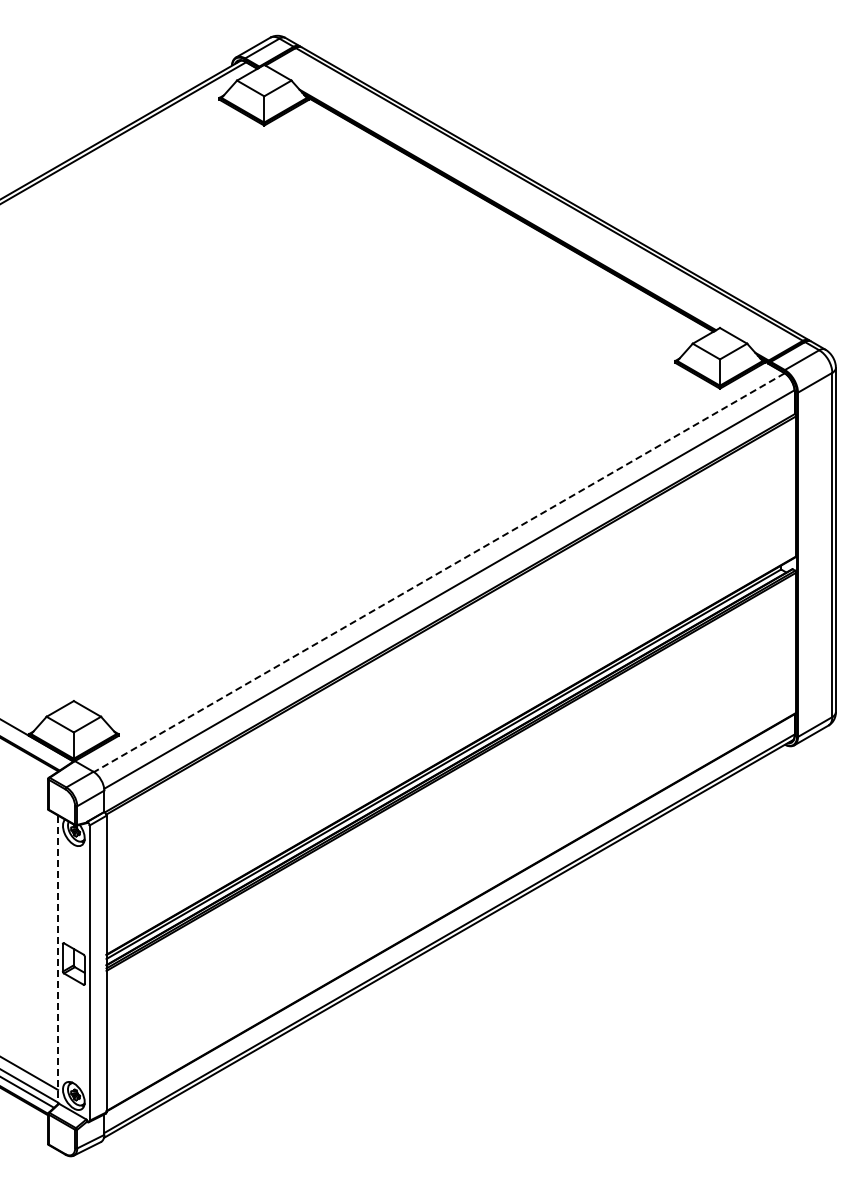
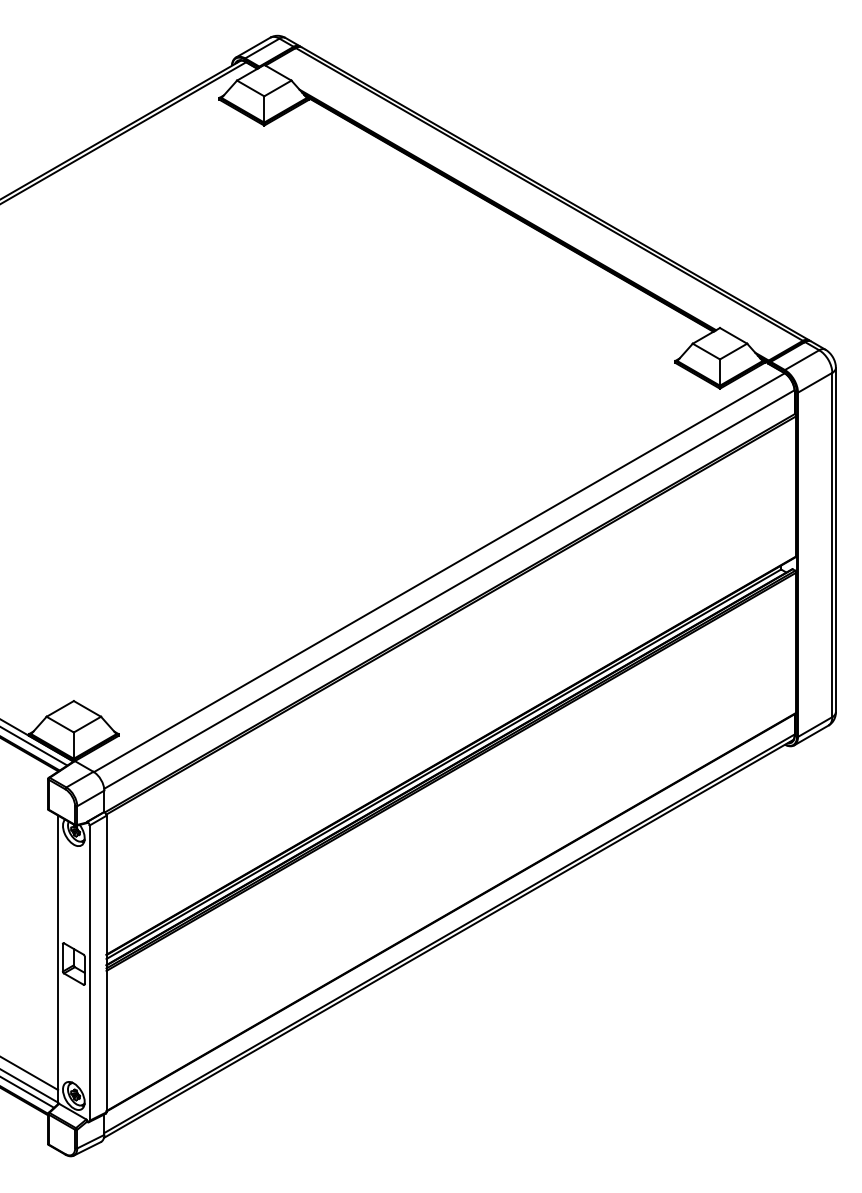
line at (439, 572): dashed -> solid
line at (34, 746): none -> present
line at (58, 960): dashed -> solid
